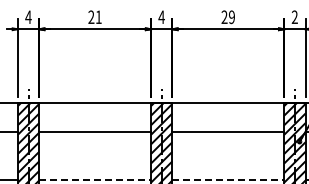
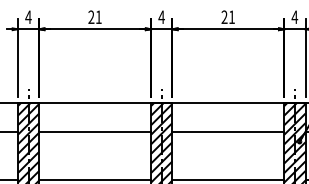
text at (294, 16): 2 -> 4
text at (231, 17): 29 -> 21
line at (95, 179): dashed -> solid
line at (228, 179): dashed -> solid
